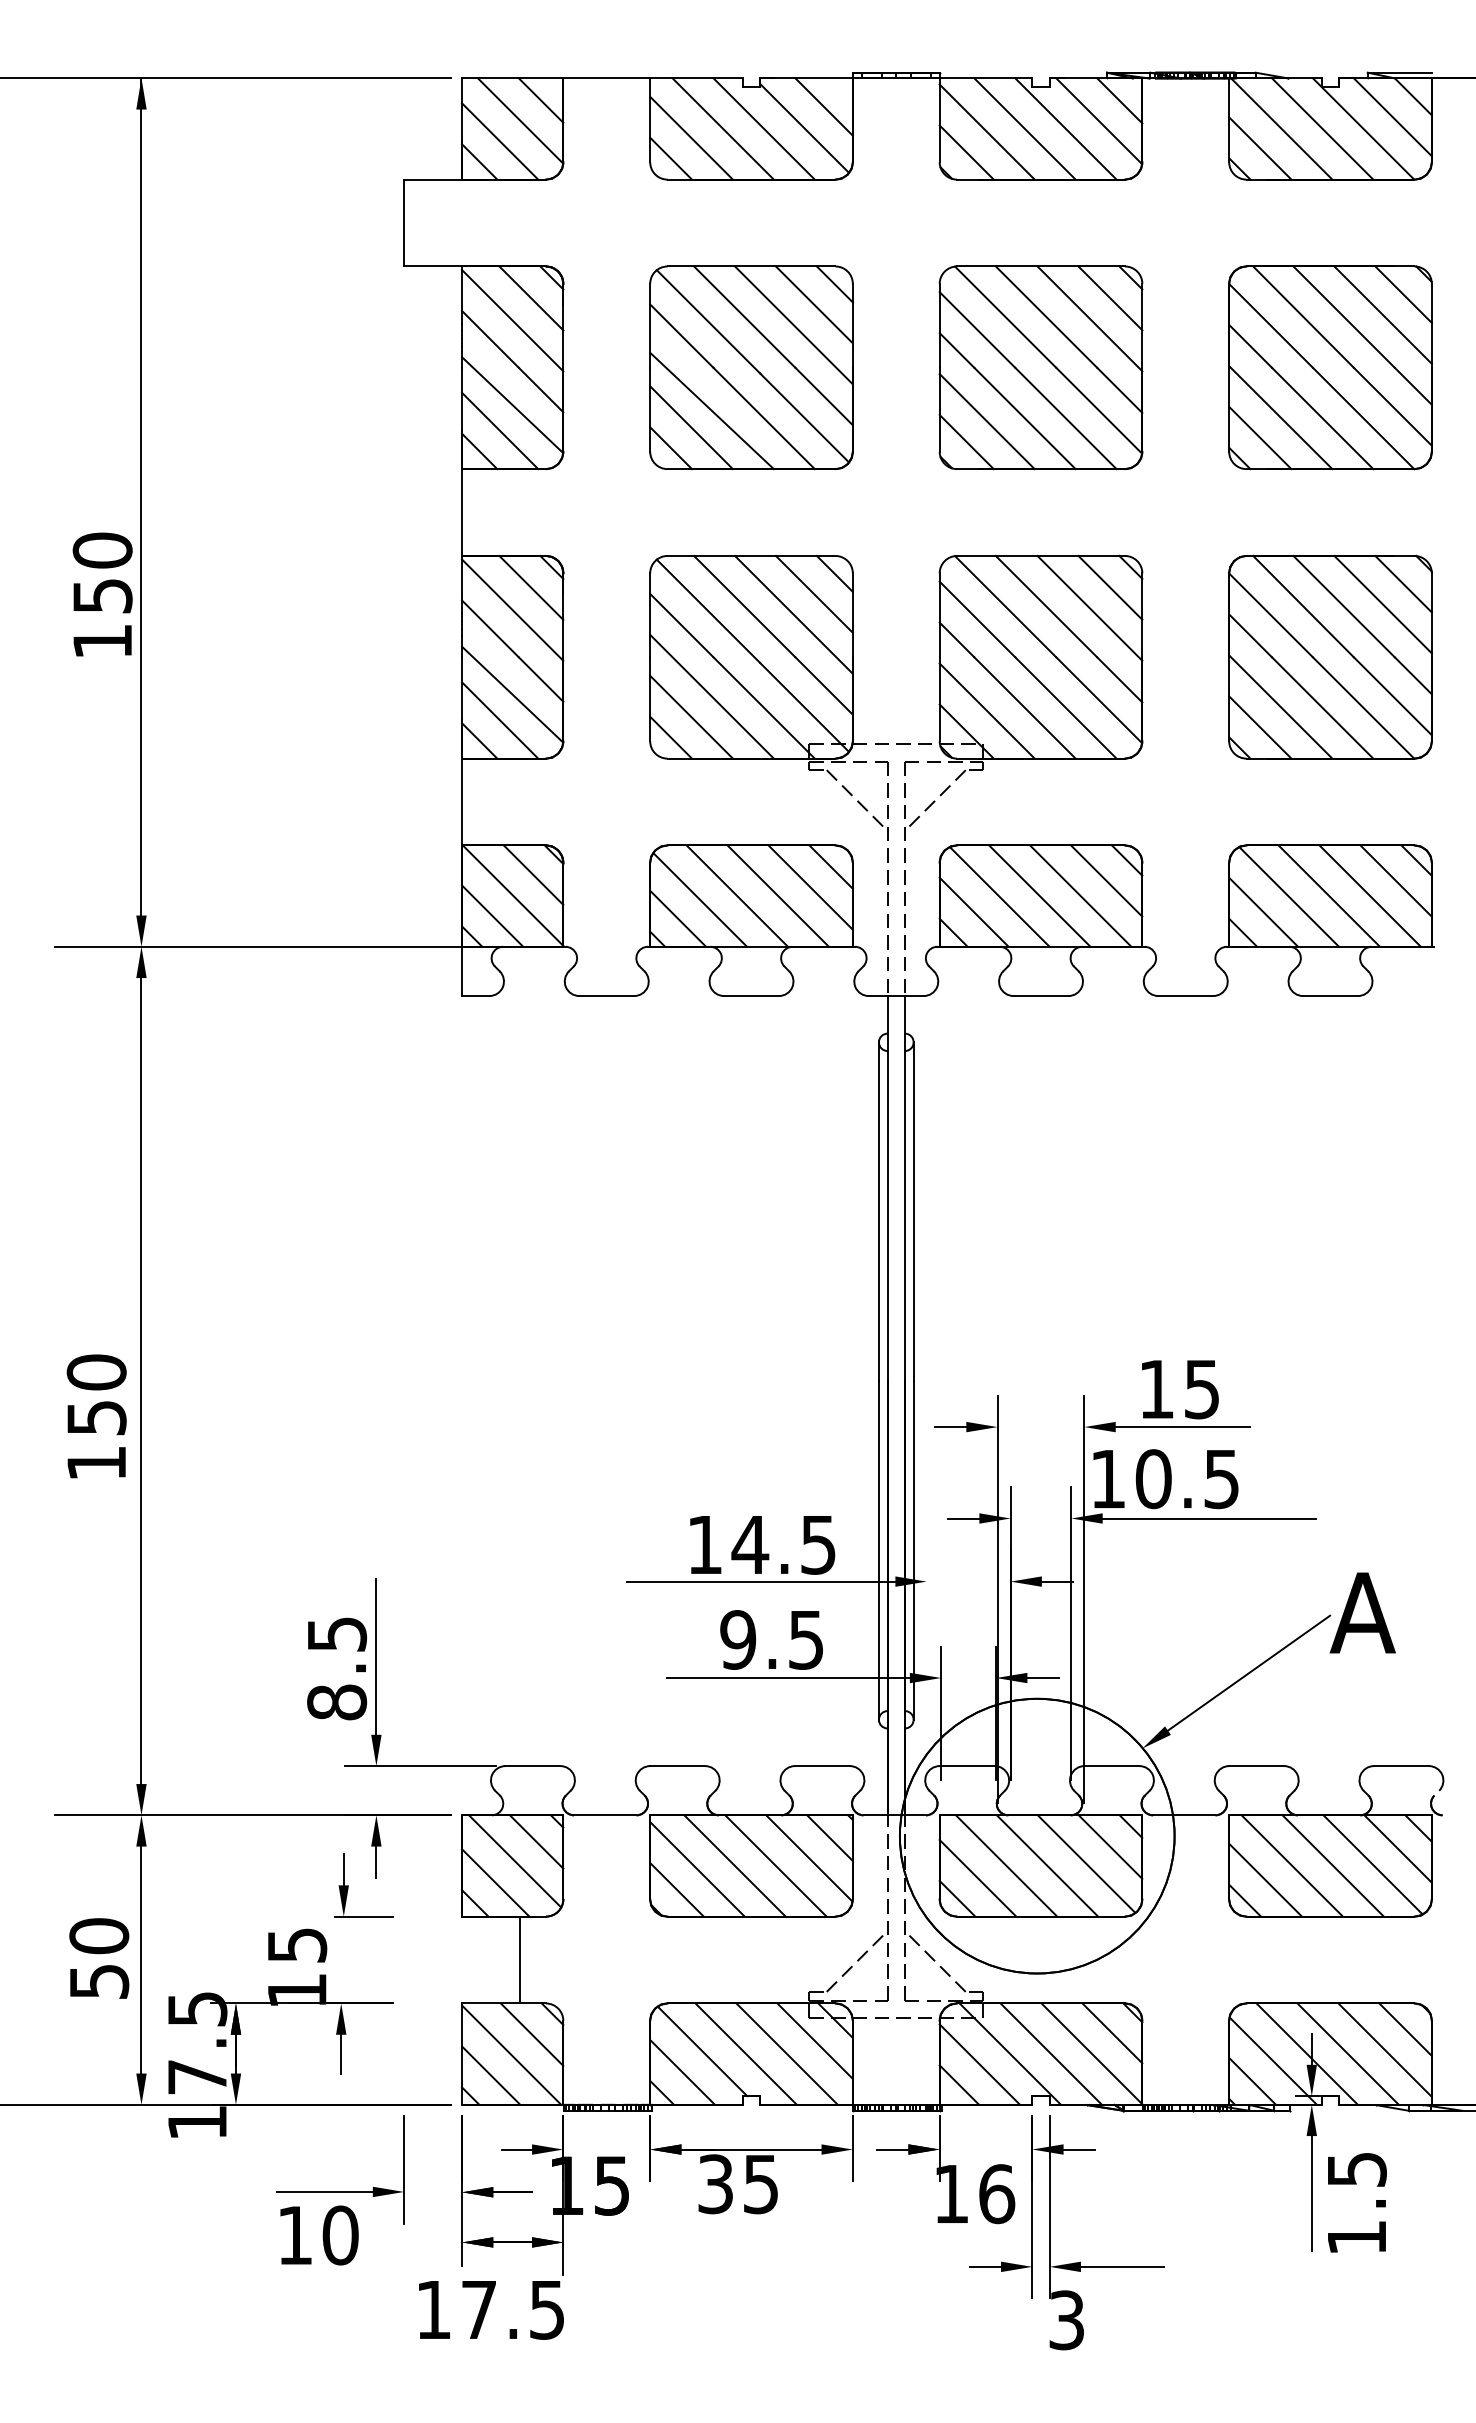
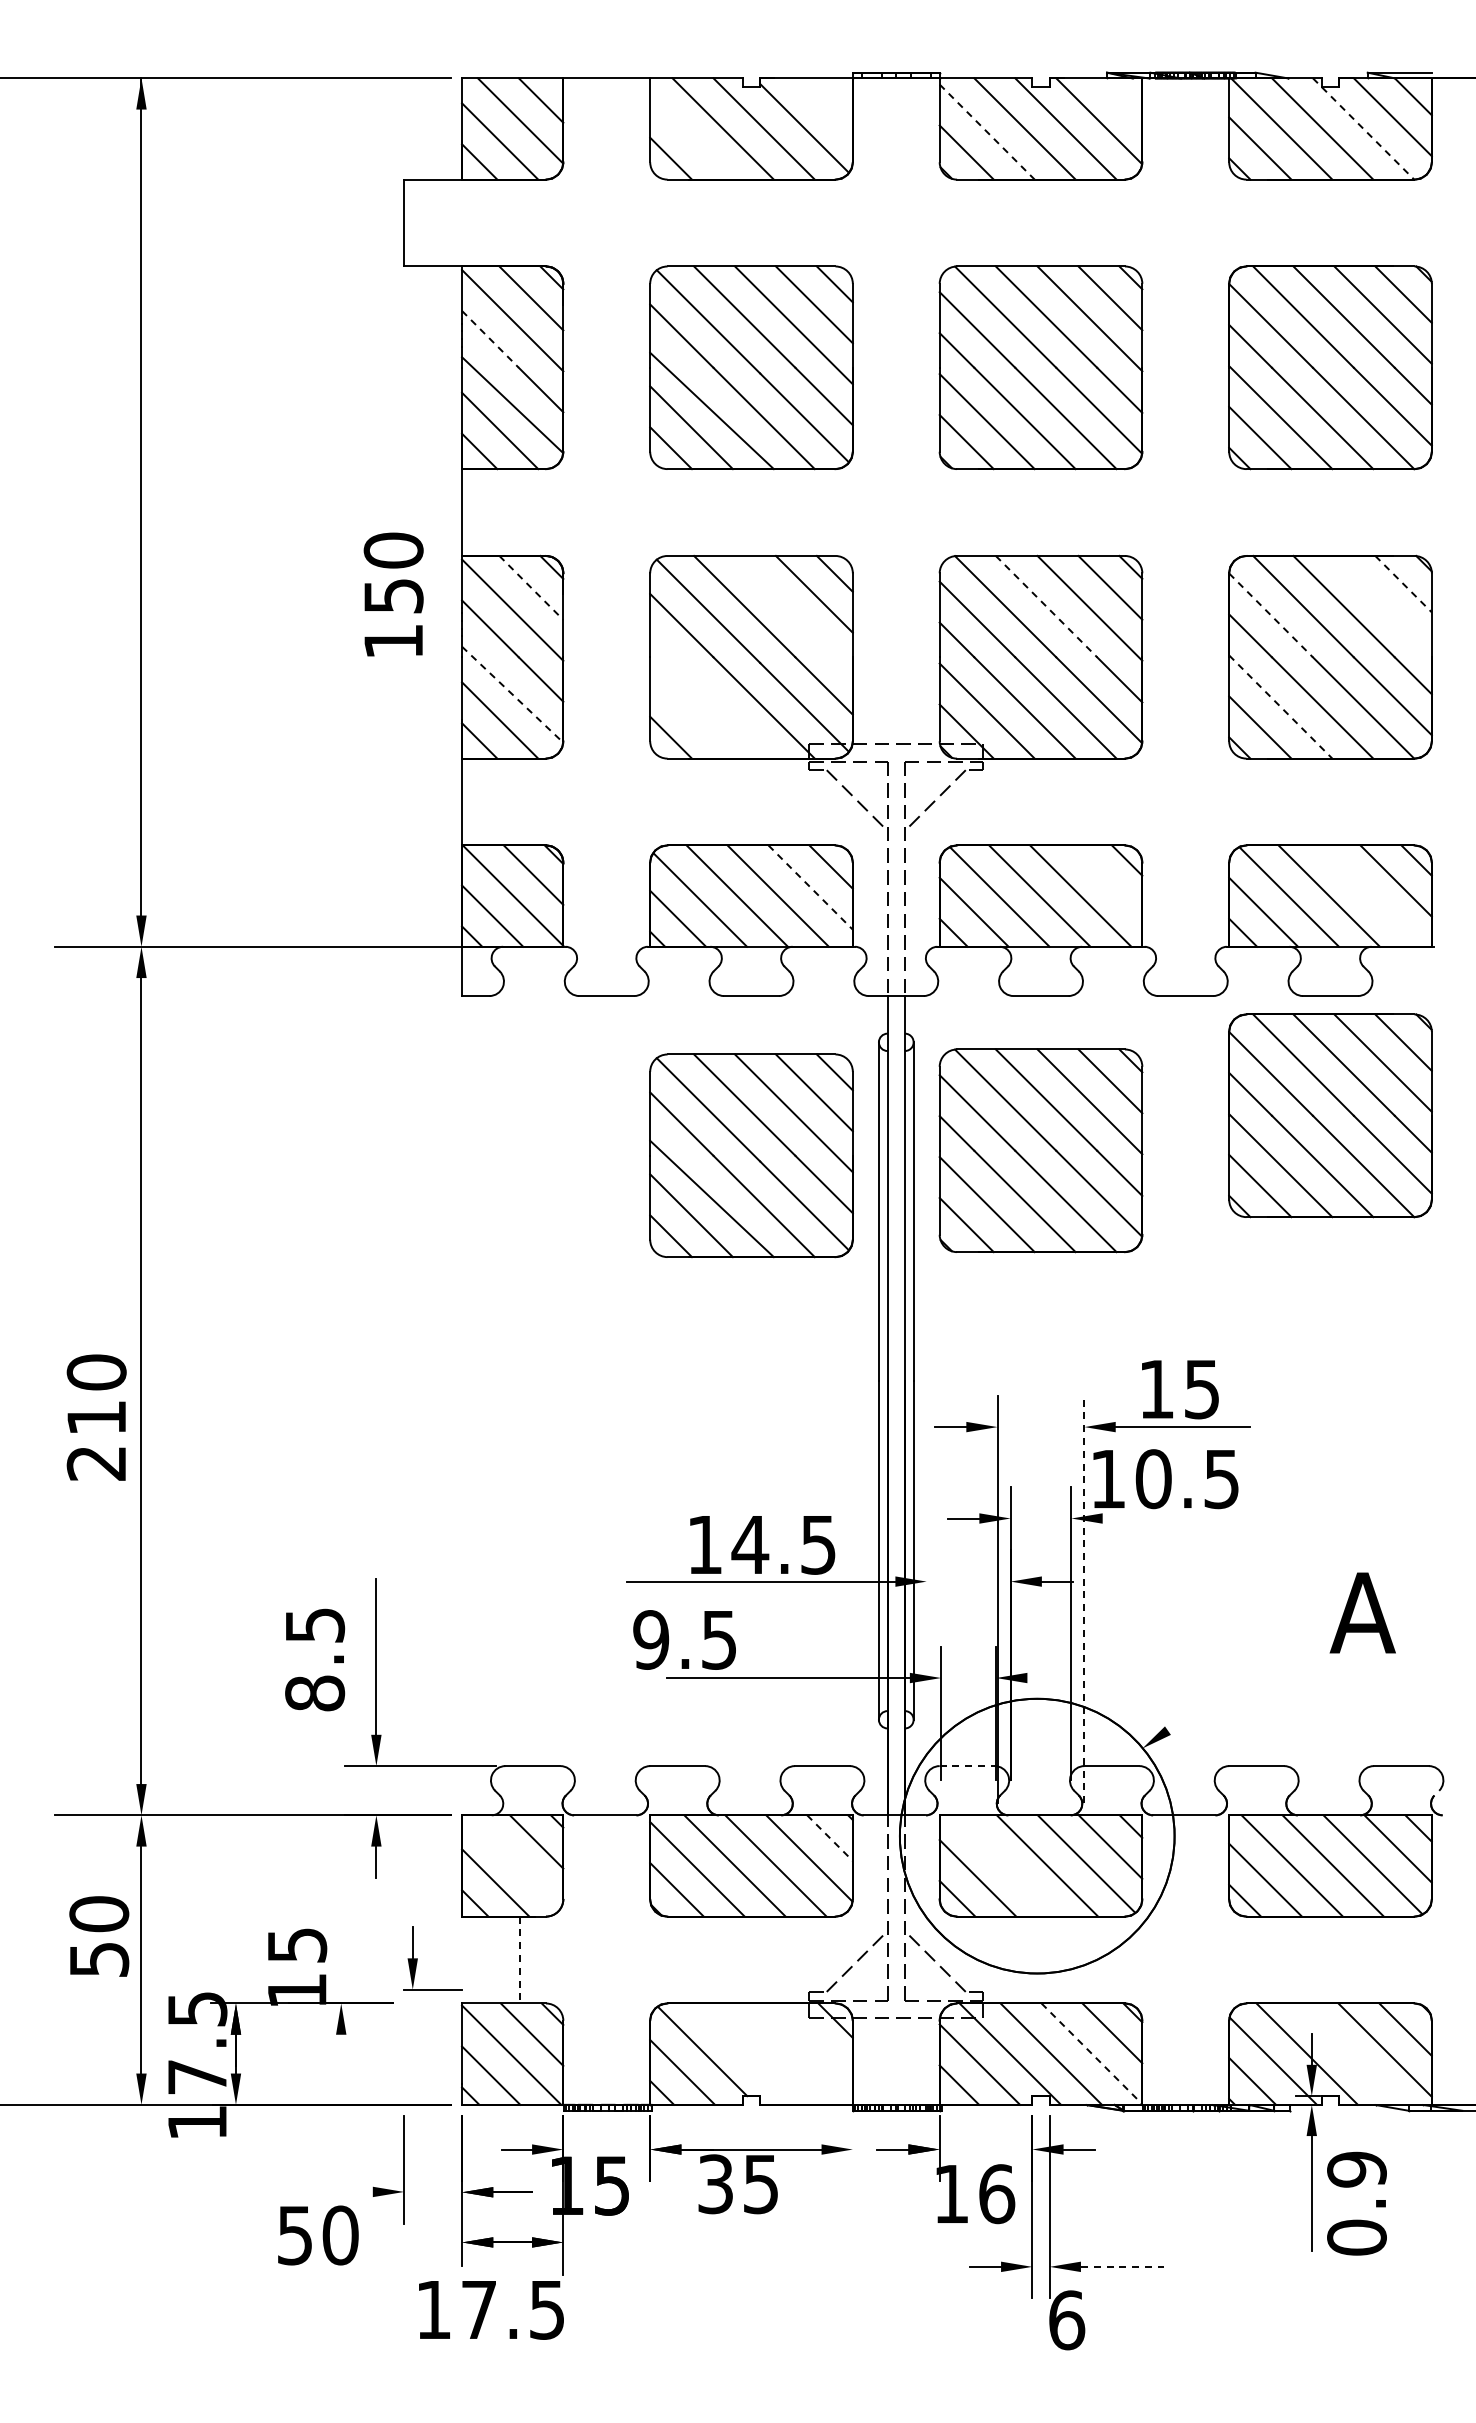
line at (1119, 100): present -> none
line at (823, 106): present -> none
line at (1363, 128): solid -> dashed
line at (987, 132): solid -> dashed
line at (691, 137): present -> none
line at (490, 339): solid -> dashed
line at (1403, 584): solid -> dashed
line at (531, 588): solid -> dashed
text at (102, 594) position: (102, 594) -> (393, 594)
line at (1382, 604): present -> none
line at (1046, 606): solid -> dashed
line at (793, 614): present -> none
line at (1271, 615): solid -> dashed
line at (512, 694): solid -> dashed
line at (711, 696): present -> none
line at (1280, 707): solid -> dashed
line at (691, 716): present -> none
line at (1106, 880): present -> none
line at (810, 887): solid -> dashed
line at (1369, 895): present -> none
part at (1330, 1115): none -> present
part at (1040, 1150): none -> present
part at (751, 1155): none -> present
text at (96, 1440): 150 -> 210
line at (1208, 1518): present -> none
line at (1084, 1599): solid -> dashed
text at (771, 1639) position: (771, 1639) -> (684, 1639)
text at (337, 1668) position: (337, 1668) -> (315, 1659)
line at (1249, 1672): present -> none
line at (1042, 1678): present -> none
line at (967, 1766): solid -> dashed
line at (830, 1838): solid -> dashed
line at (515, 1861): present -> none
line at (1006, 1865): present -> none
part at (348, 1885) position: (348, 1885) -> (417, 1958)
text at (99, 1958) position: (99, 1958) -> (99, 1936)
line at (519, 1960): solid -> dashed
line at (814, 2040): present -> none
line at (341, 2053): present -> none
line at (745, 2053): present -> none
line at (786, 2053): present -> none
line at (1347, 2053): present -> none
line at (1092, 2054): solid -> dashed
line at (852, 2147): present -> none
line at (324, 2191): present -> none
text at (1356, 2203): 1.5 -> 0.9
text at (294, 2235): 10 -> 50
line at (1122, 2266): solid -> dashed
text at (1067, 2320): 3 -> 6
